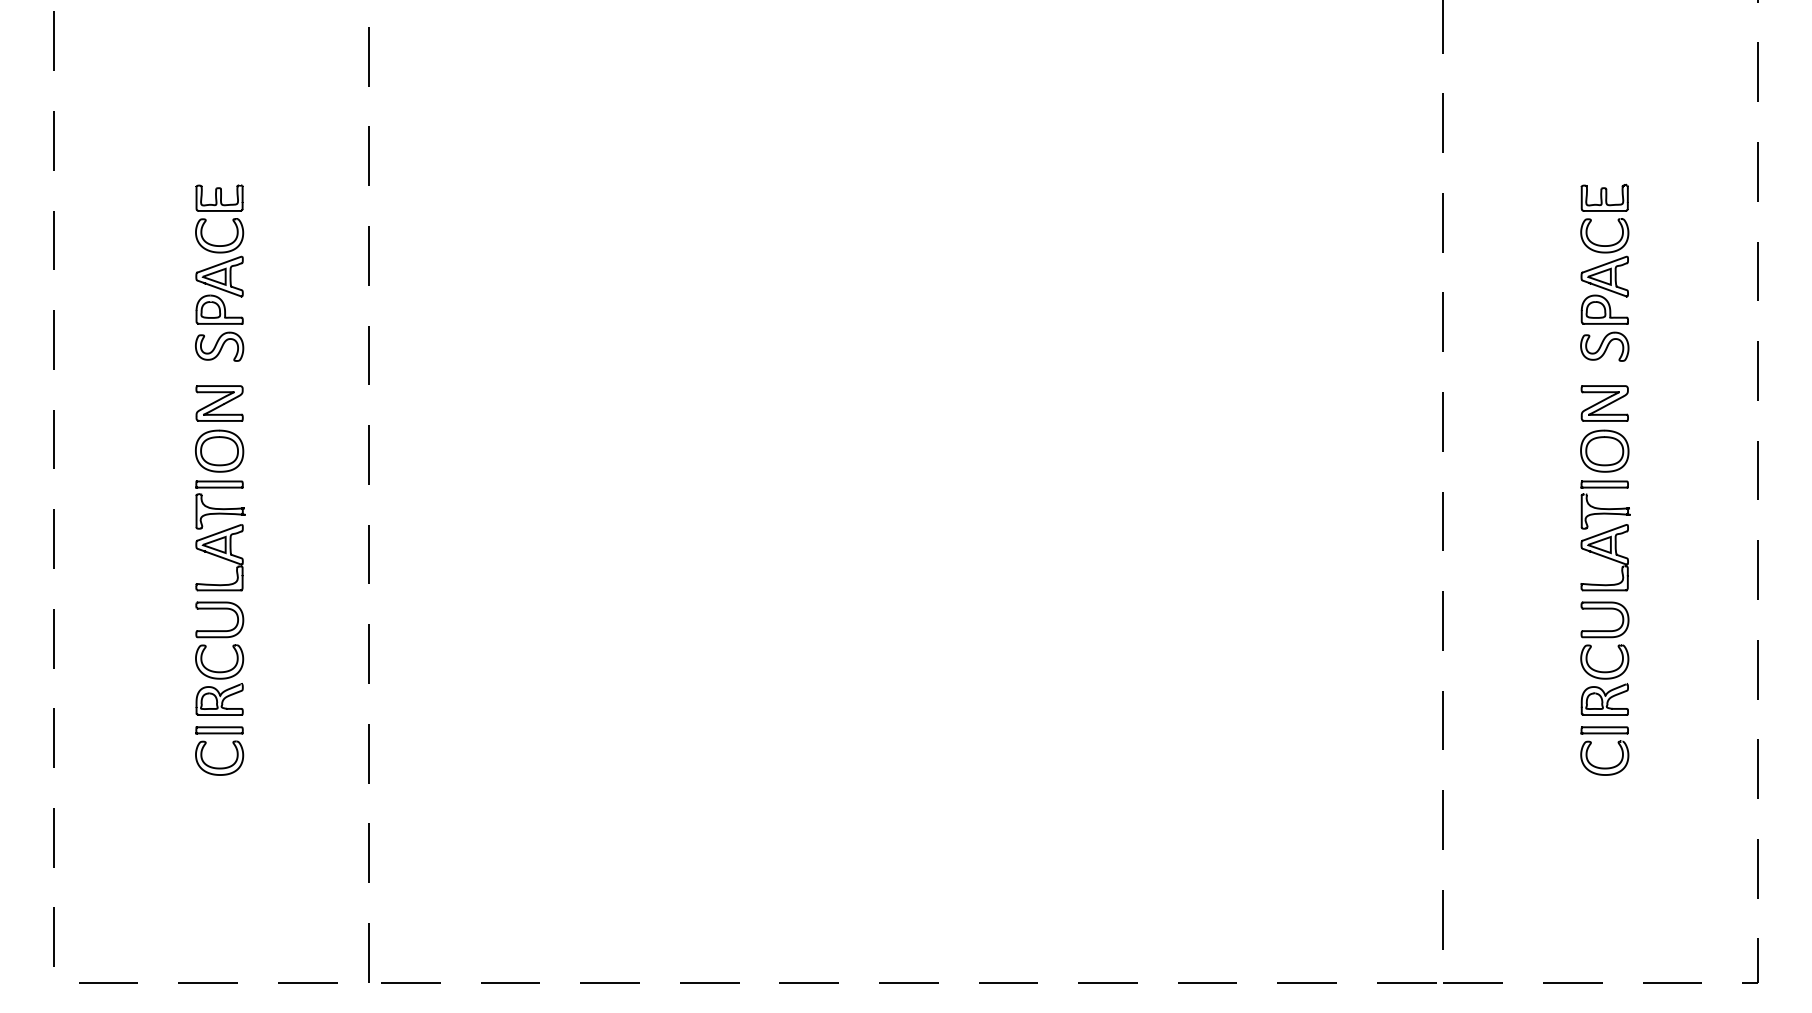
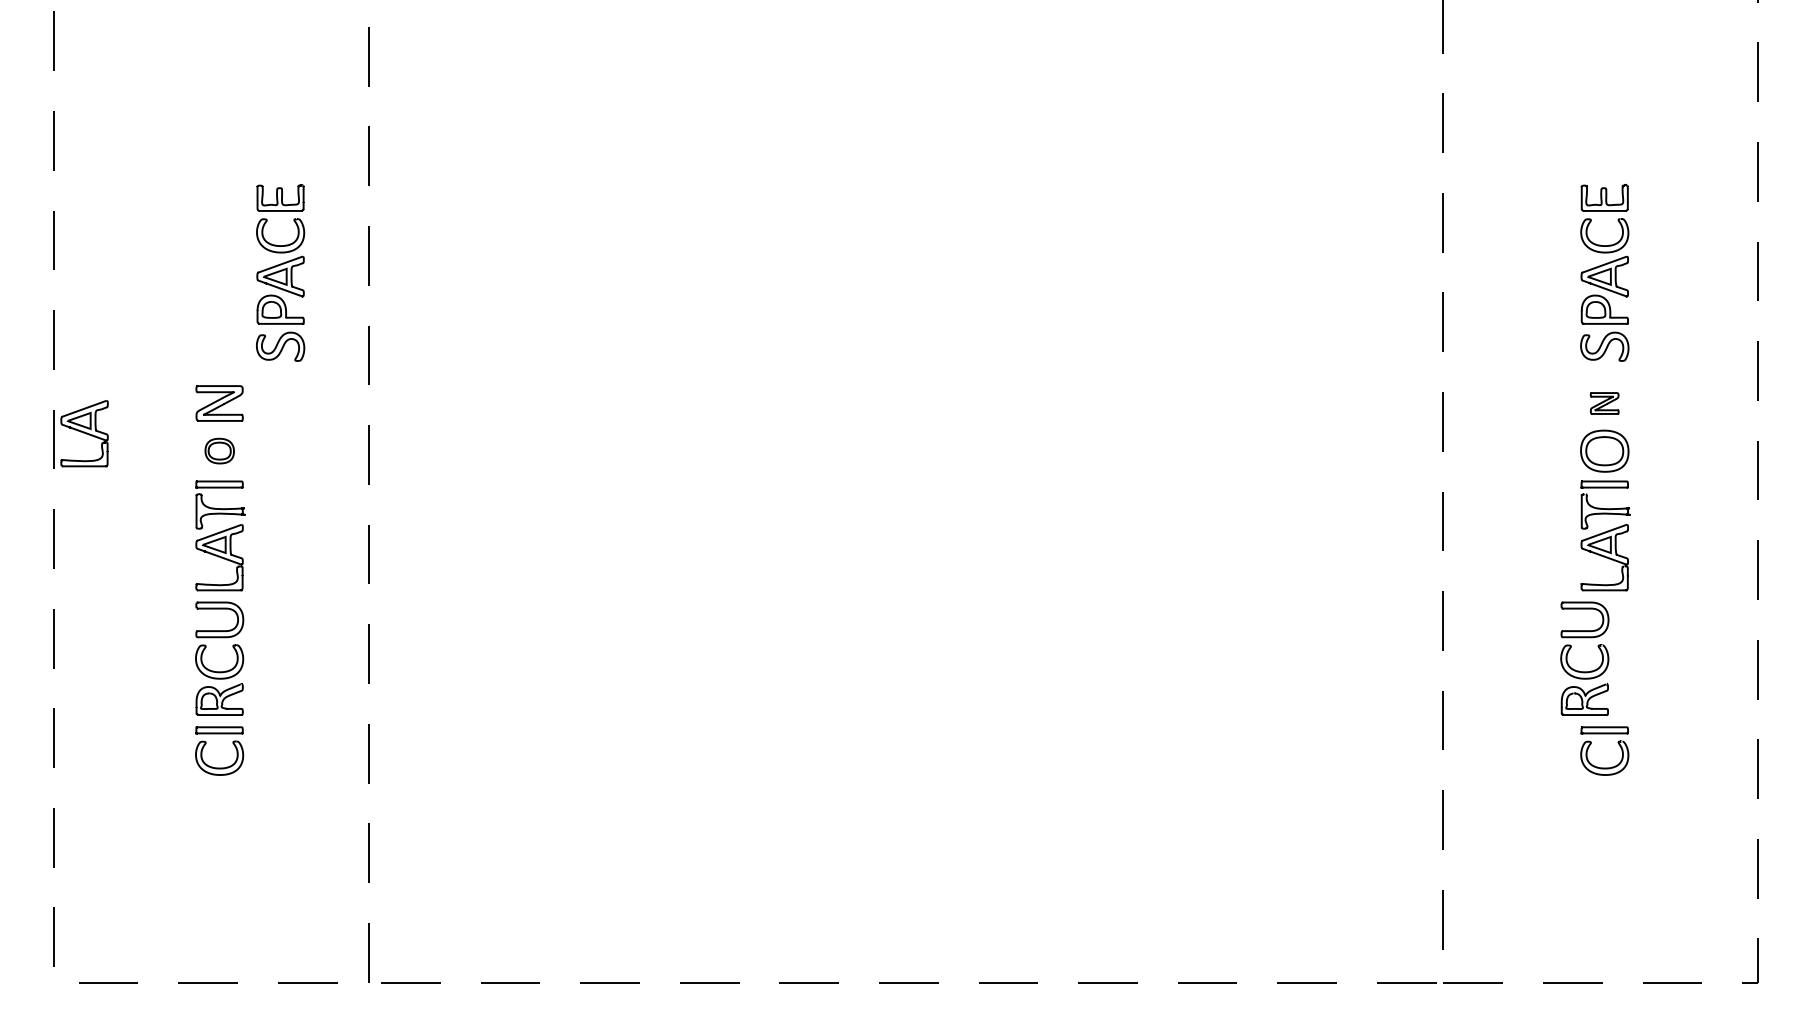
part at (219, 272) position: (219, 272) -> (280, 272)
part at (1604, 403) size: 49x37 px -> 31x23 px
part at (84, 433): none -> present
part at (219, 450) size: 50x44 px -> 31x28 px
part at (1599, 670) position: (1599, 670) -> (1579, 670)
